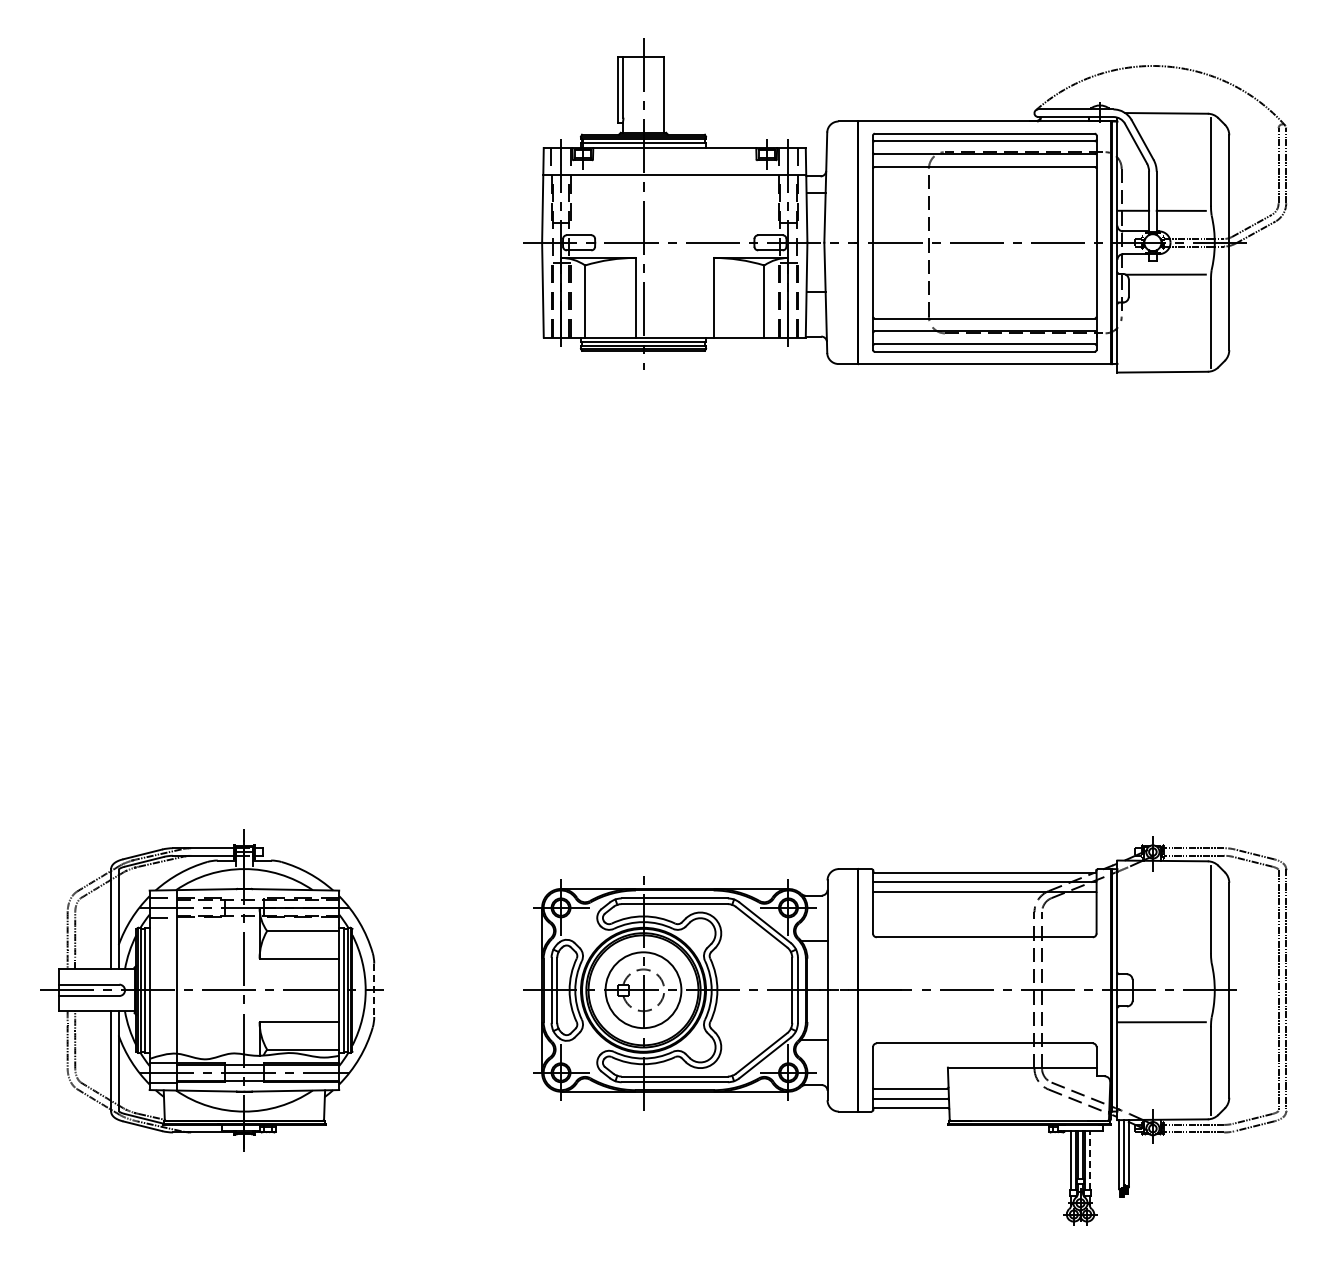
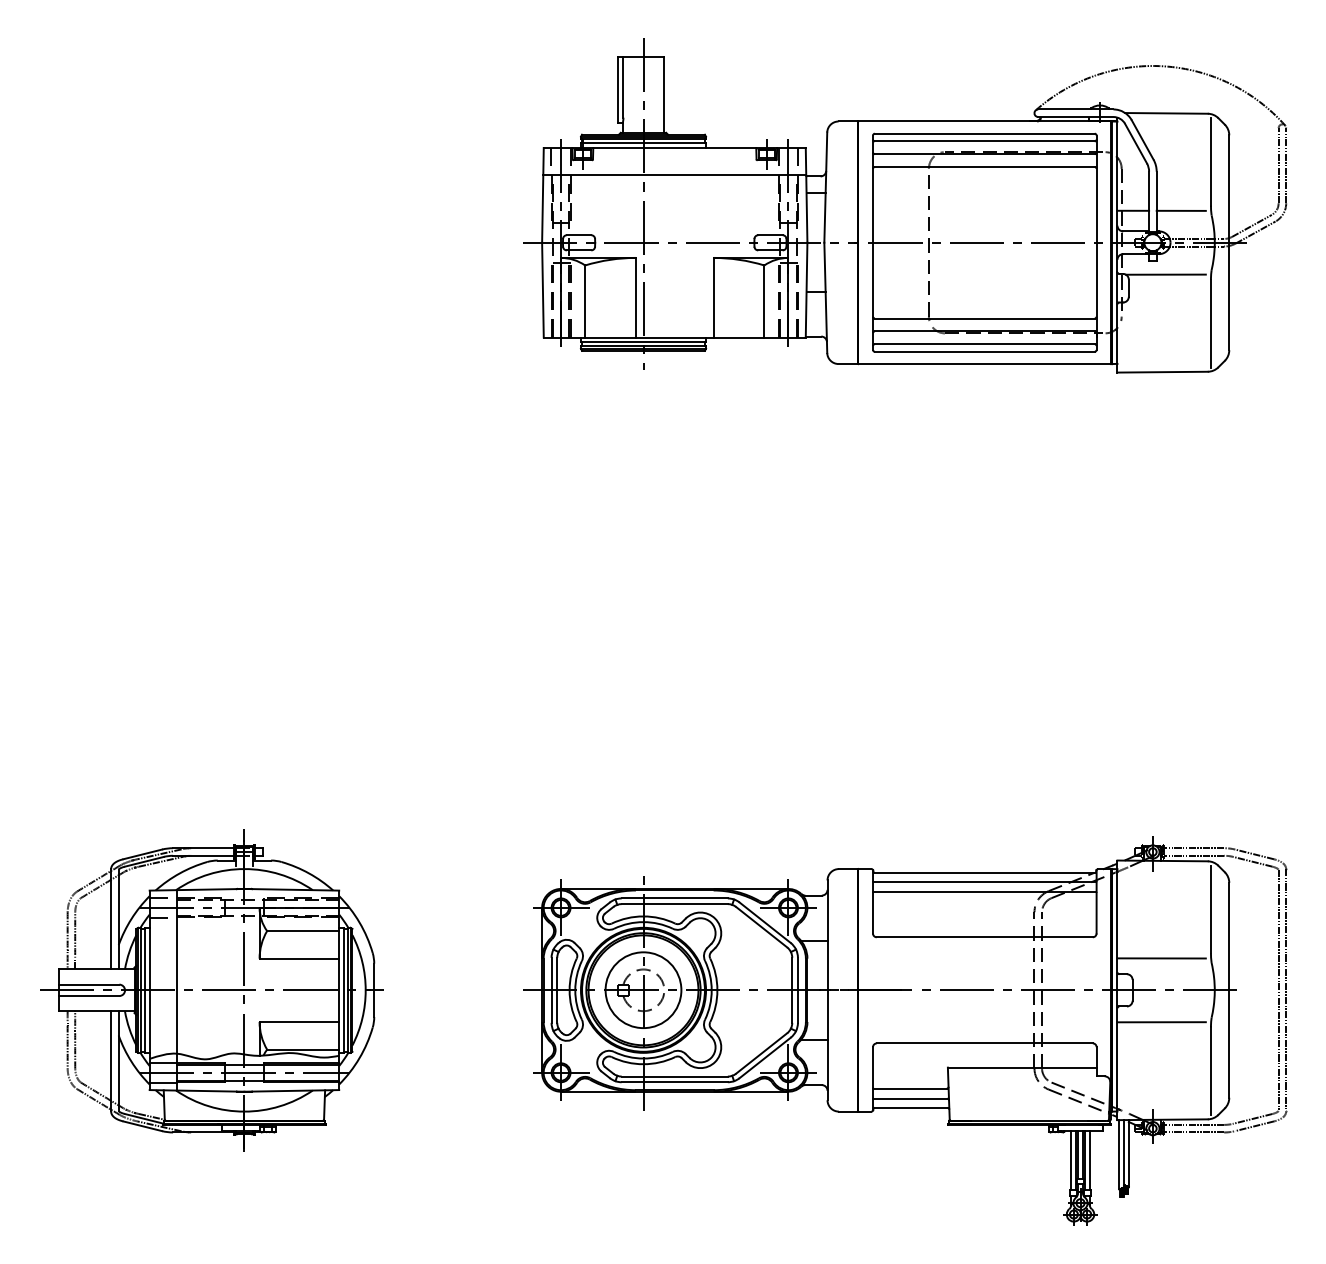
line at (1161, 958): none -> present
line at (374, 990): dashed -> solid
line at (1089, 1160): dashed -> solid
